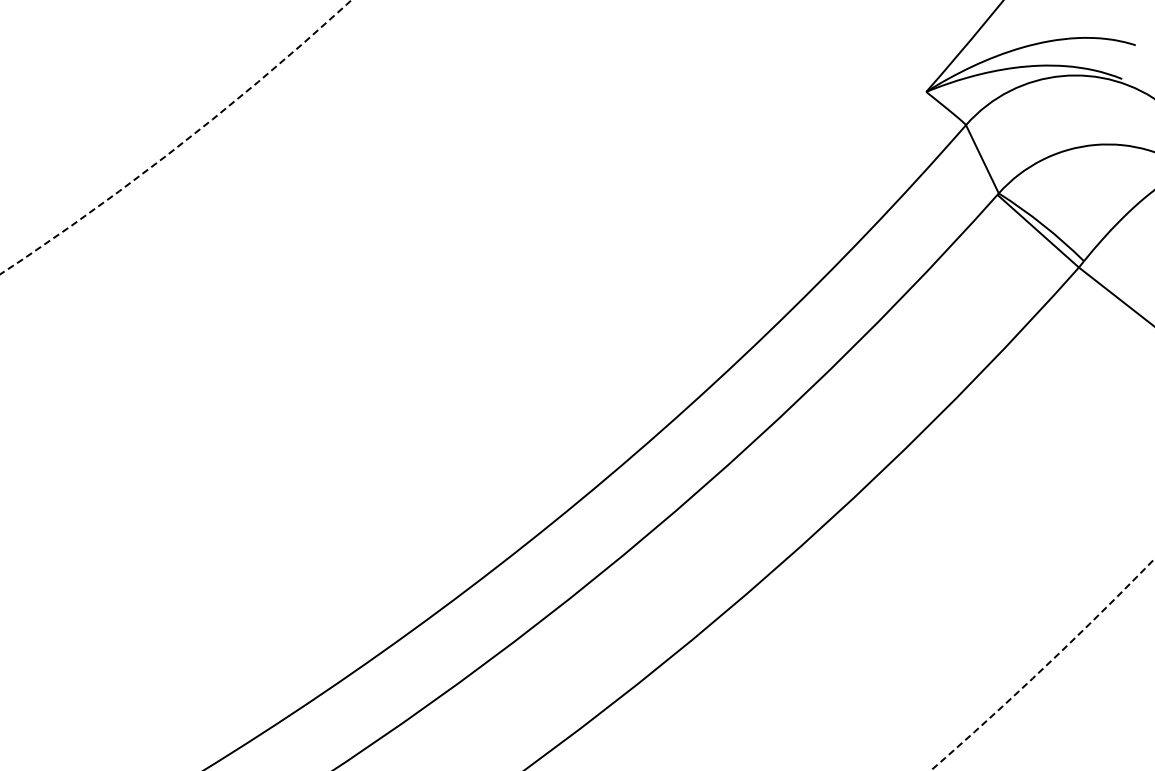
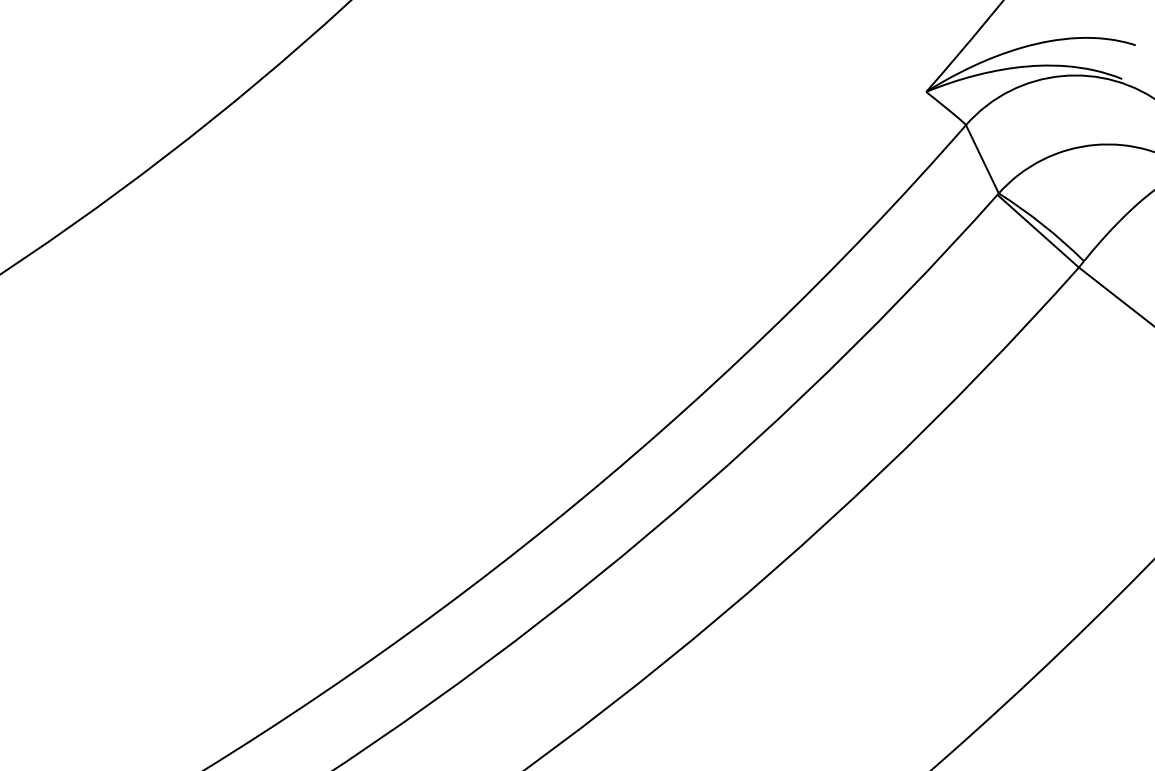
arc at (181, 143): dashed -> solid
arc at (1044, 667): dashed -> solid
